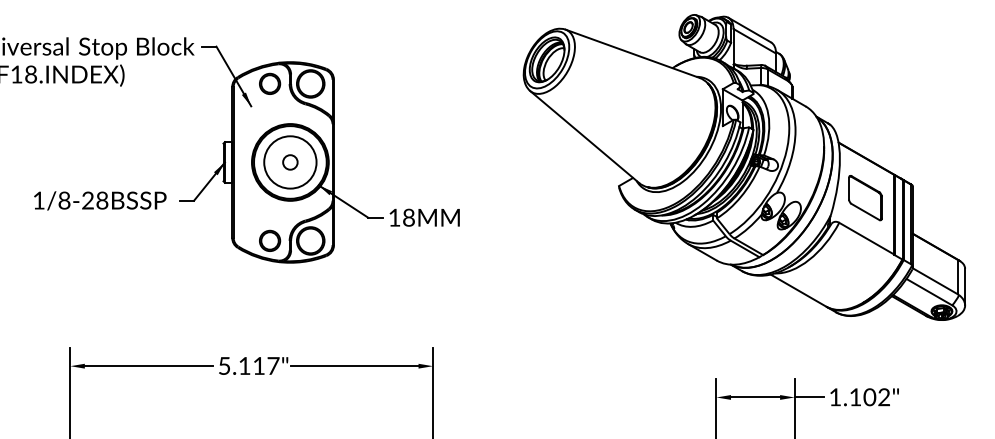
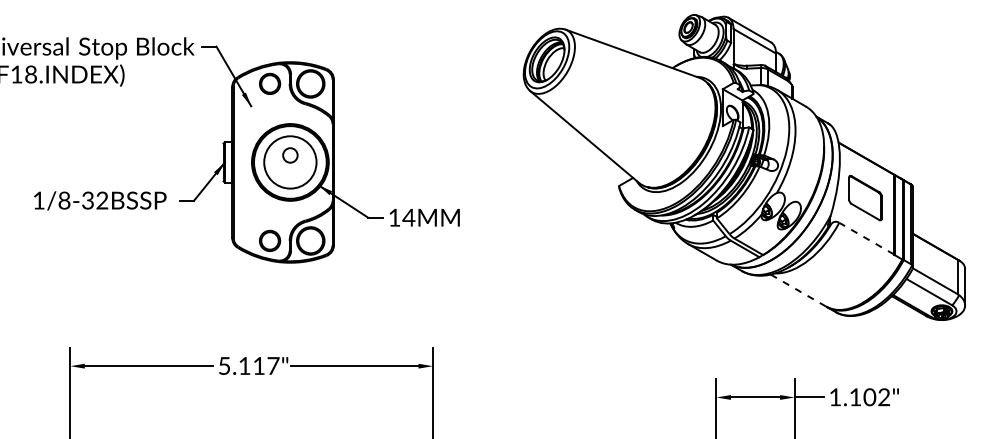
circle at (290, 162) position: (290, 162) -> (290, 155)
text at (95, 201): 1/8-28 -> 1/8-32
text at (408, 217): 18MM -> 14MM
line at (866, 238): solid -> dashed
line at (798, 290): solid -> dashed
